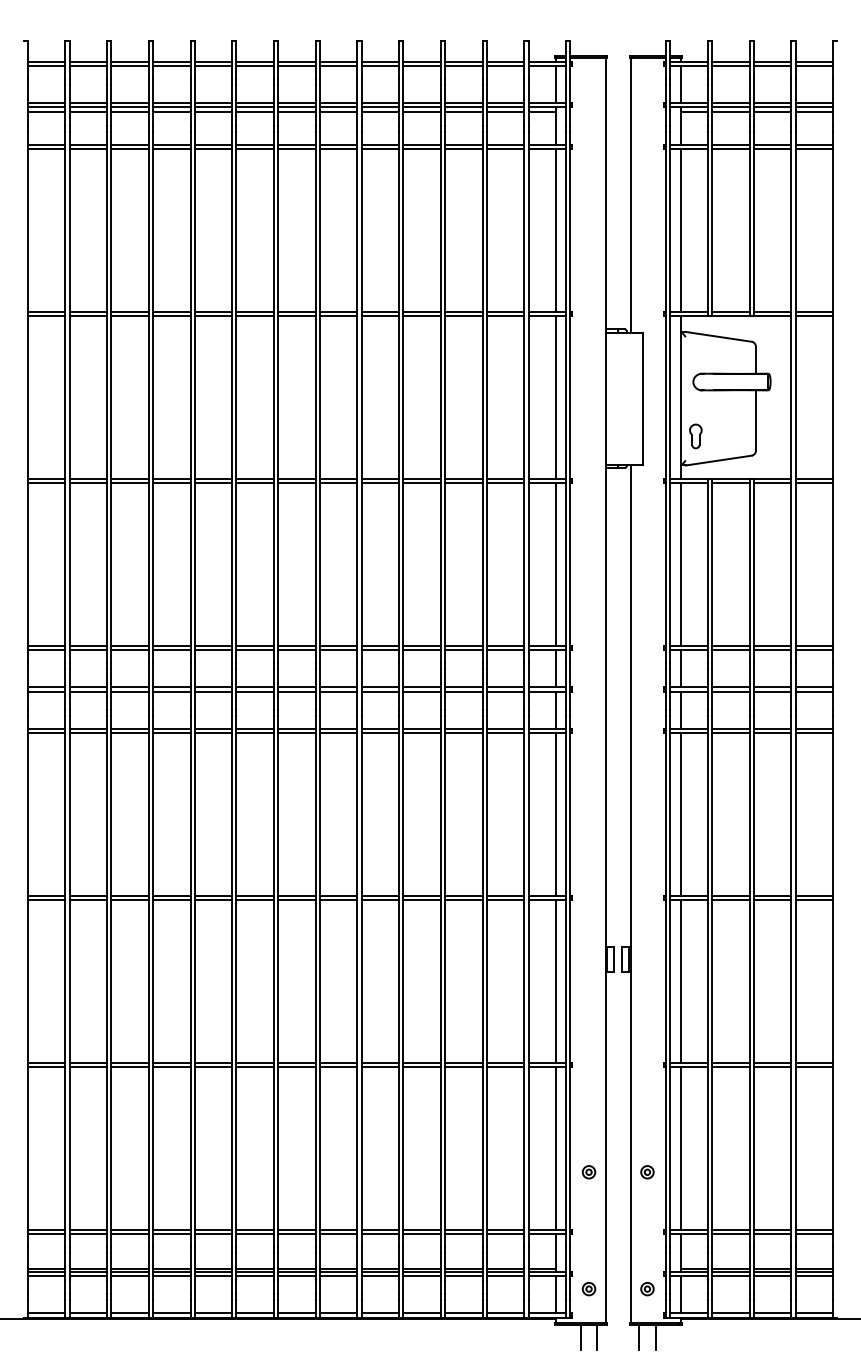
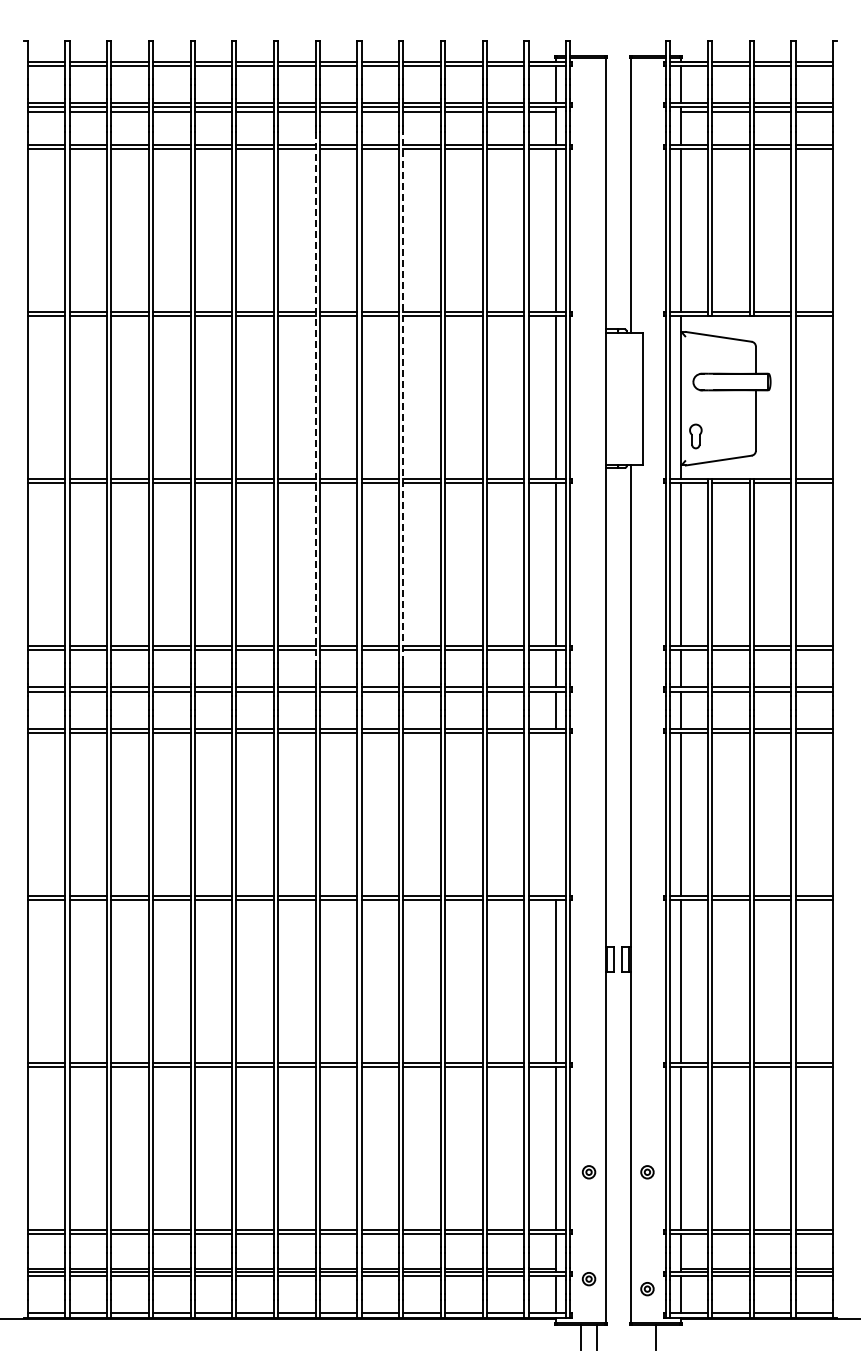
line at (315, 397): solid -> dashed
line at (403, 397): solid -> dashed
line at (555, 814): present -> none
part at (588, 1289) position: (588, 1289) -> (588, 1279)
line at (639, 1337): present -> none
